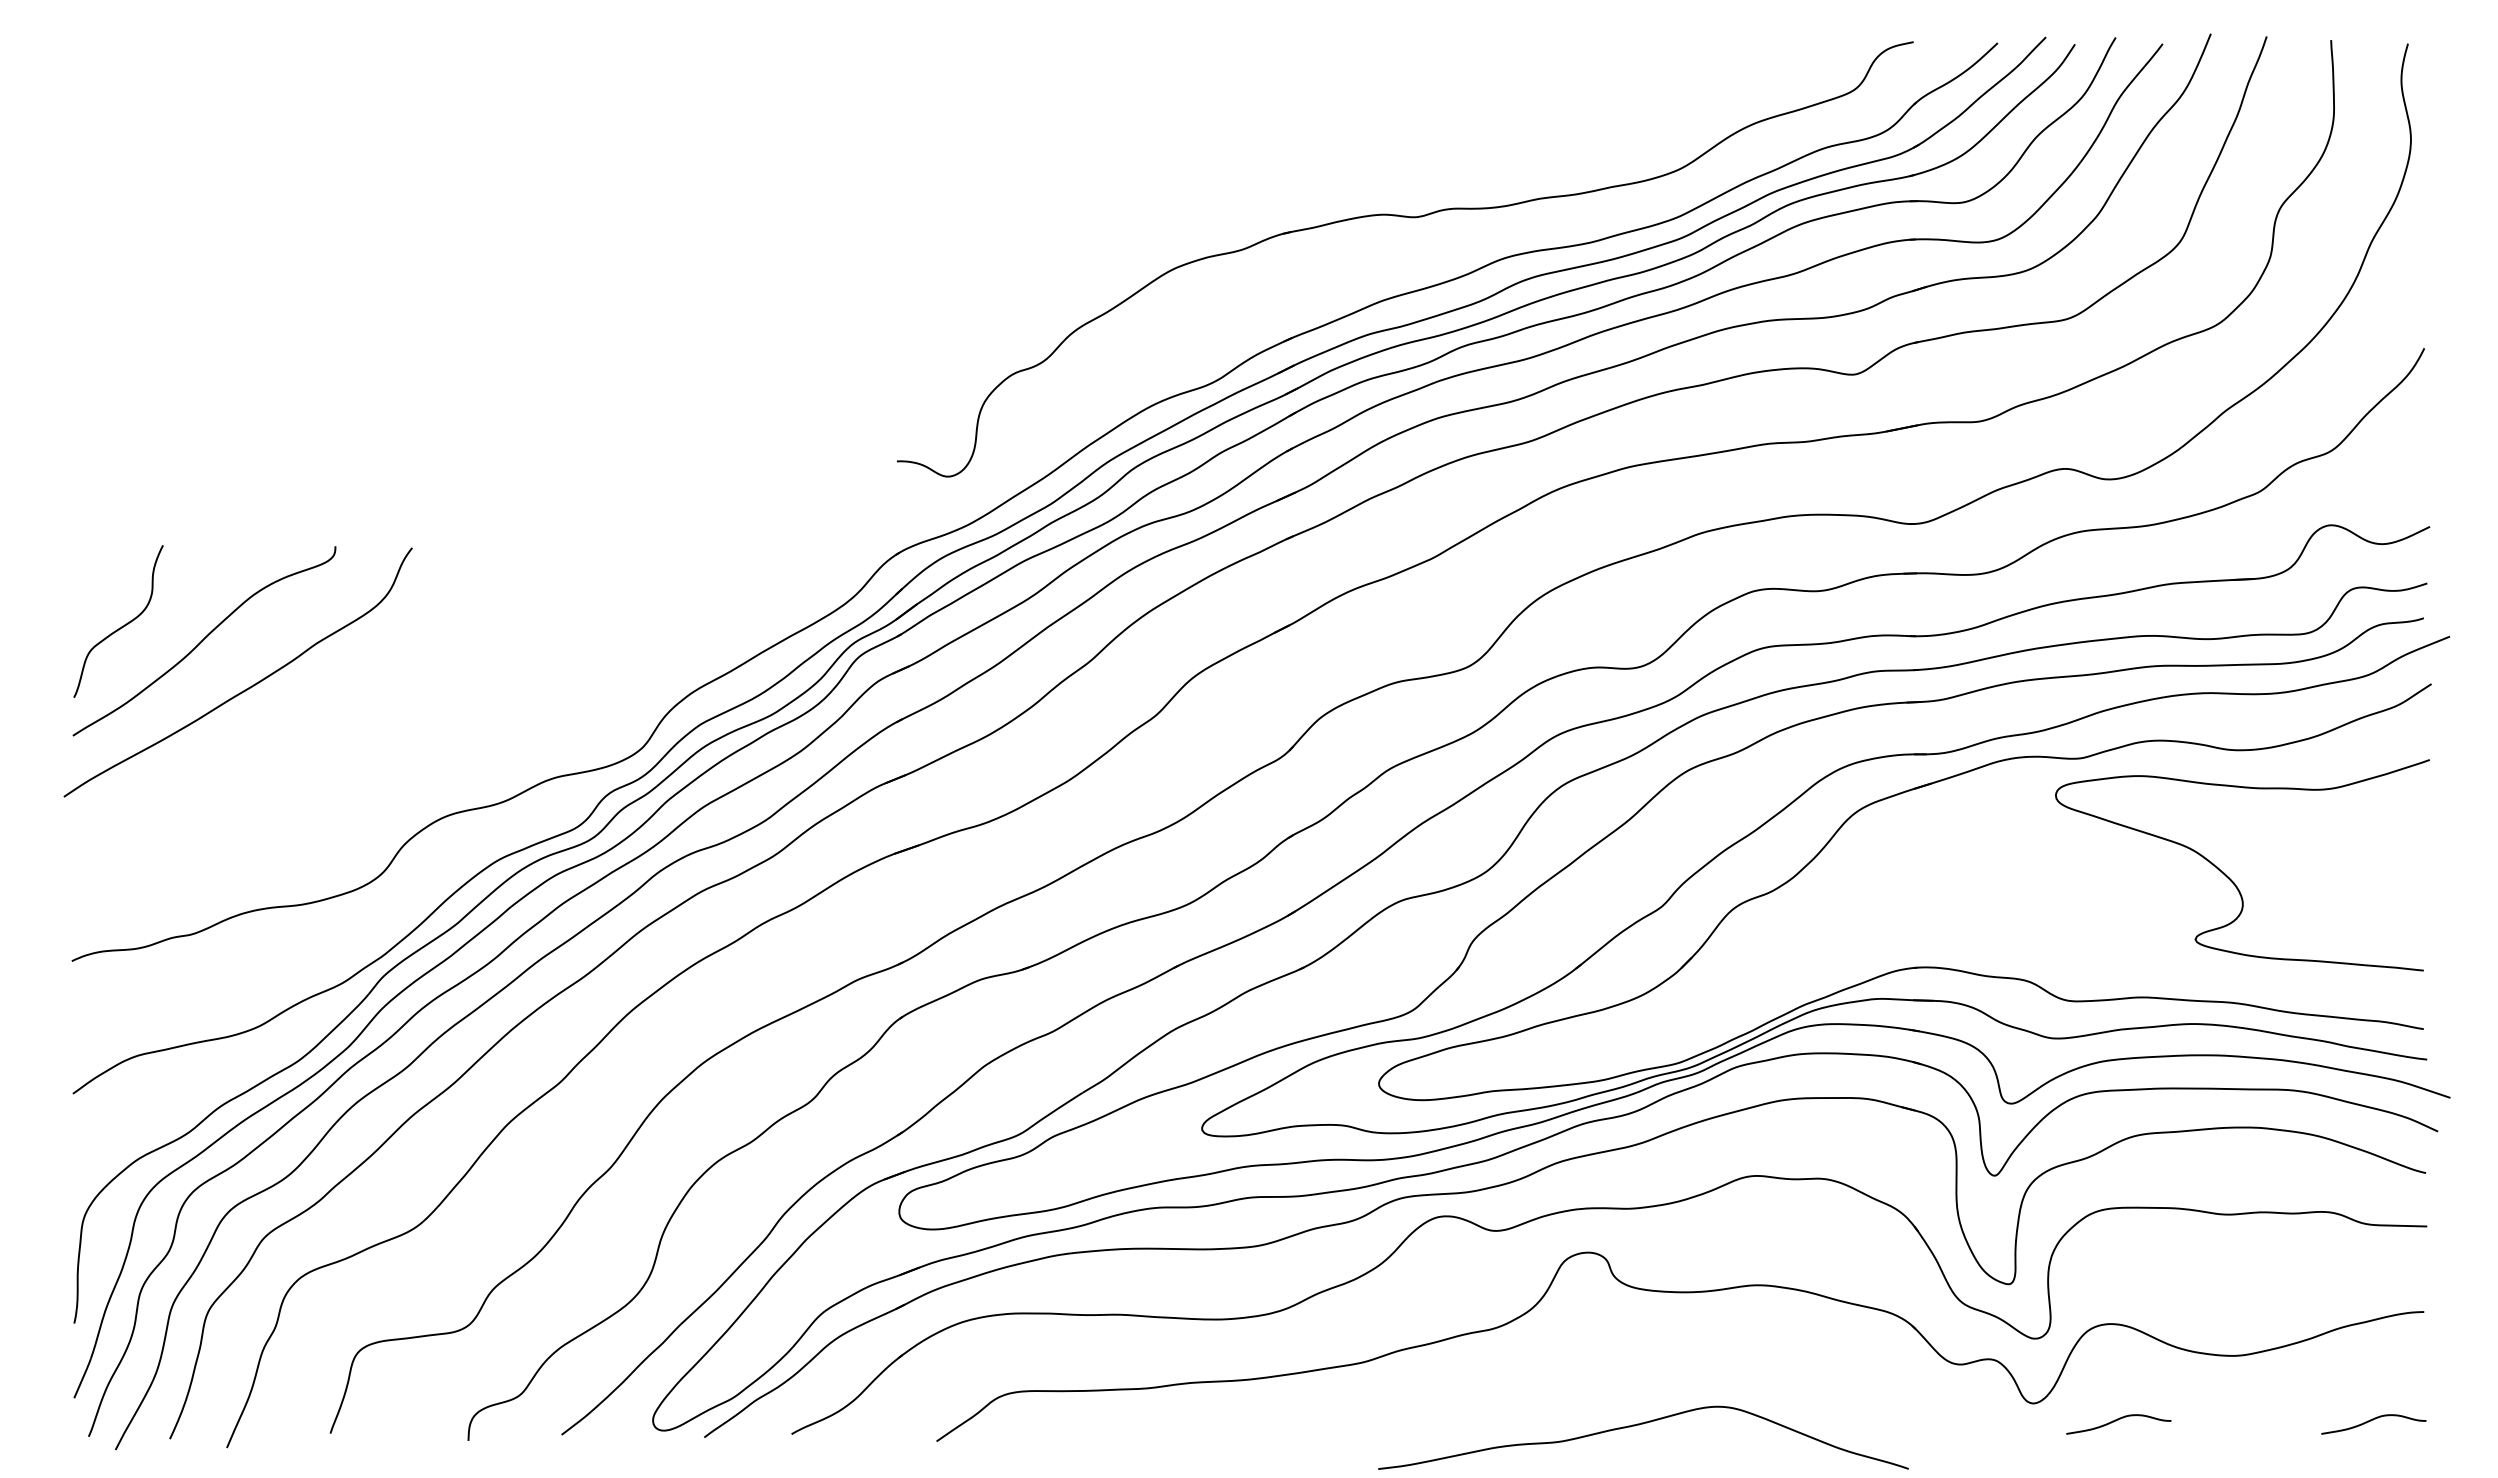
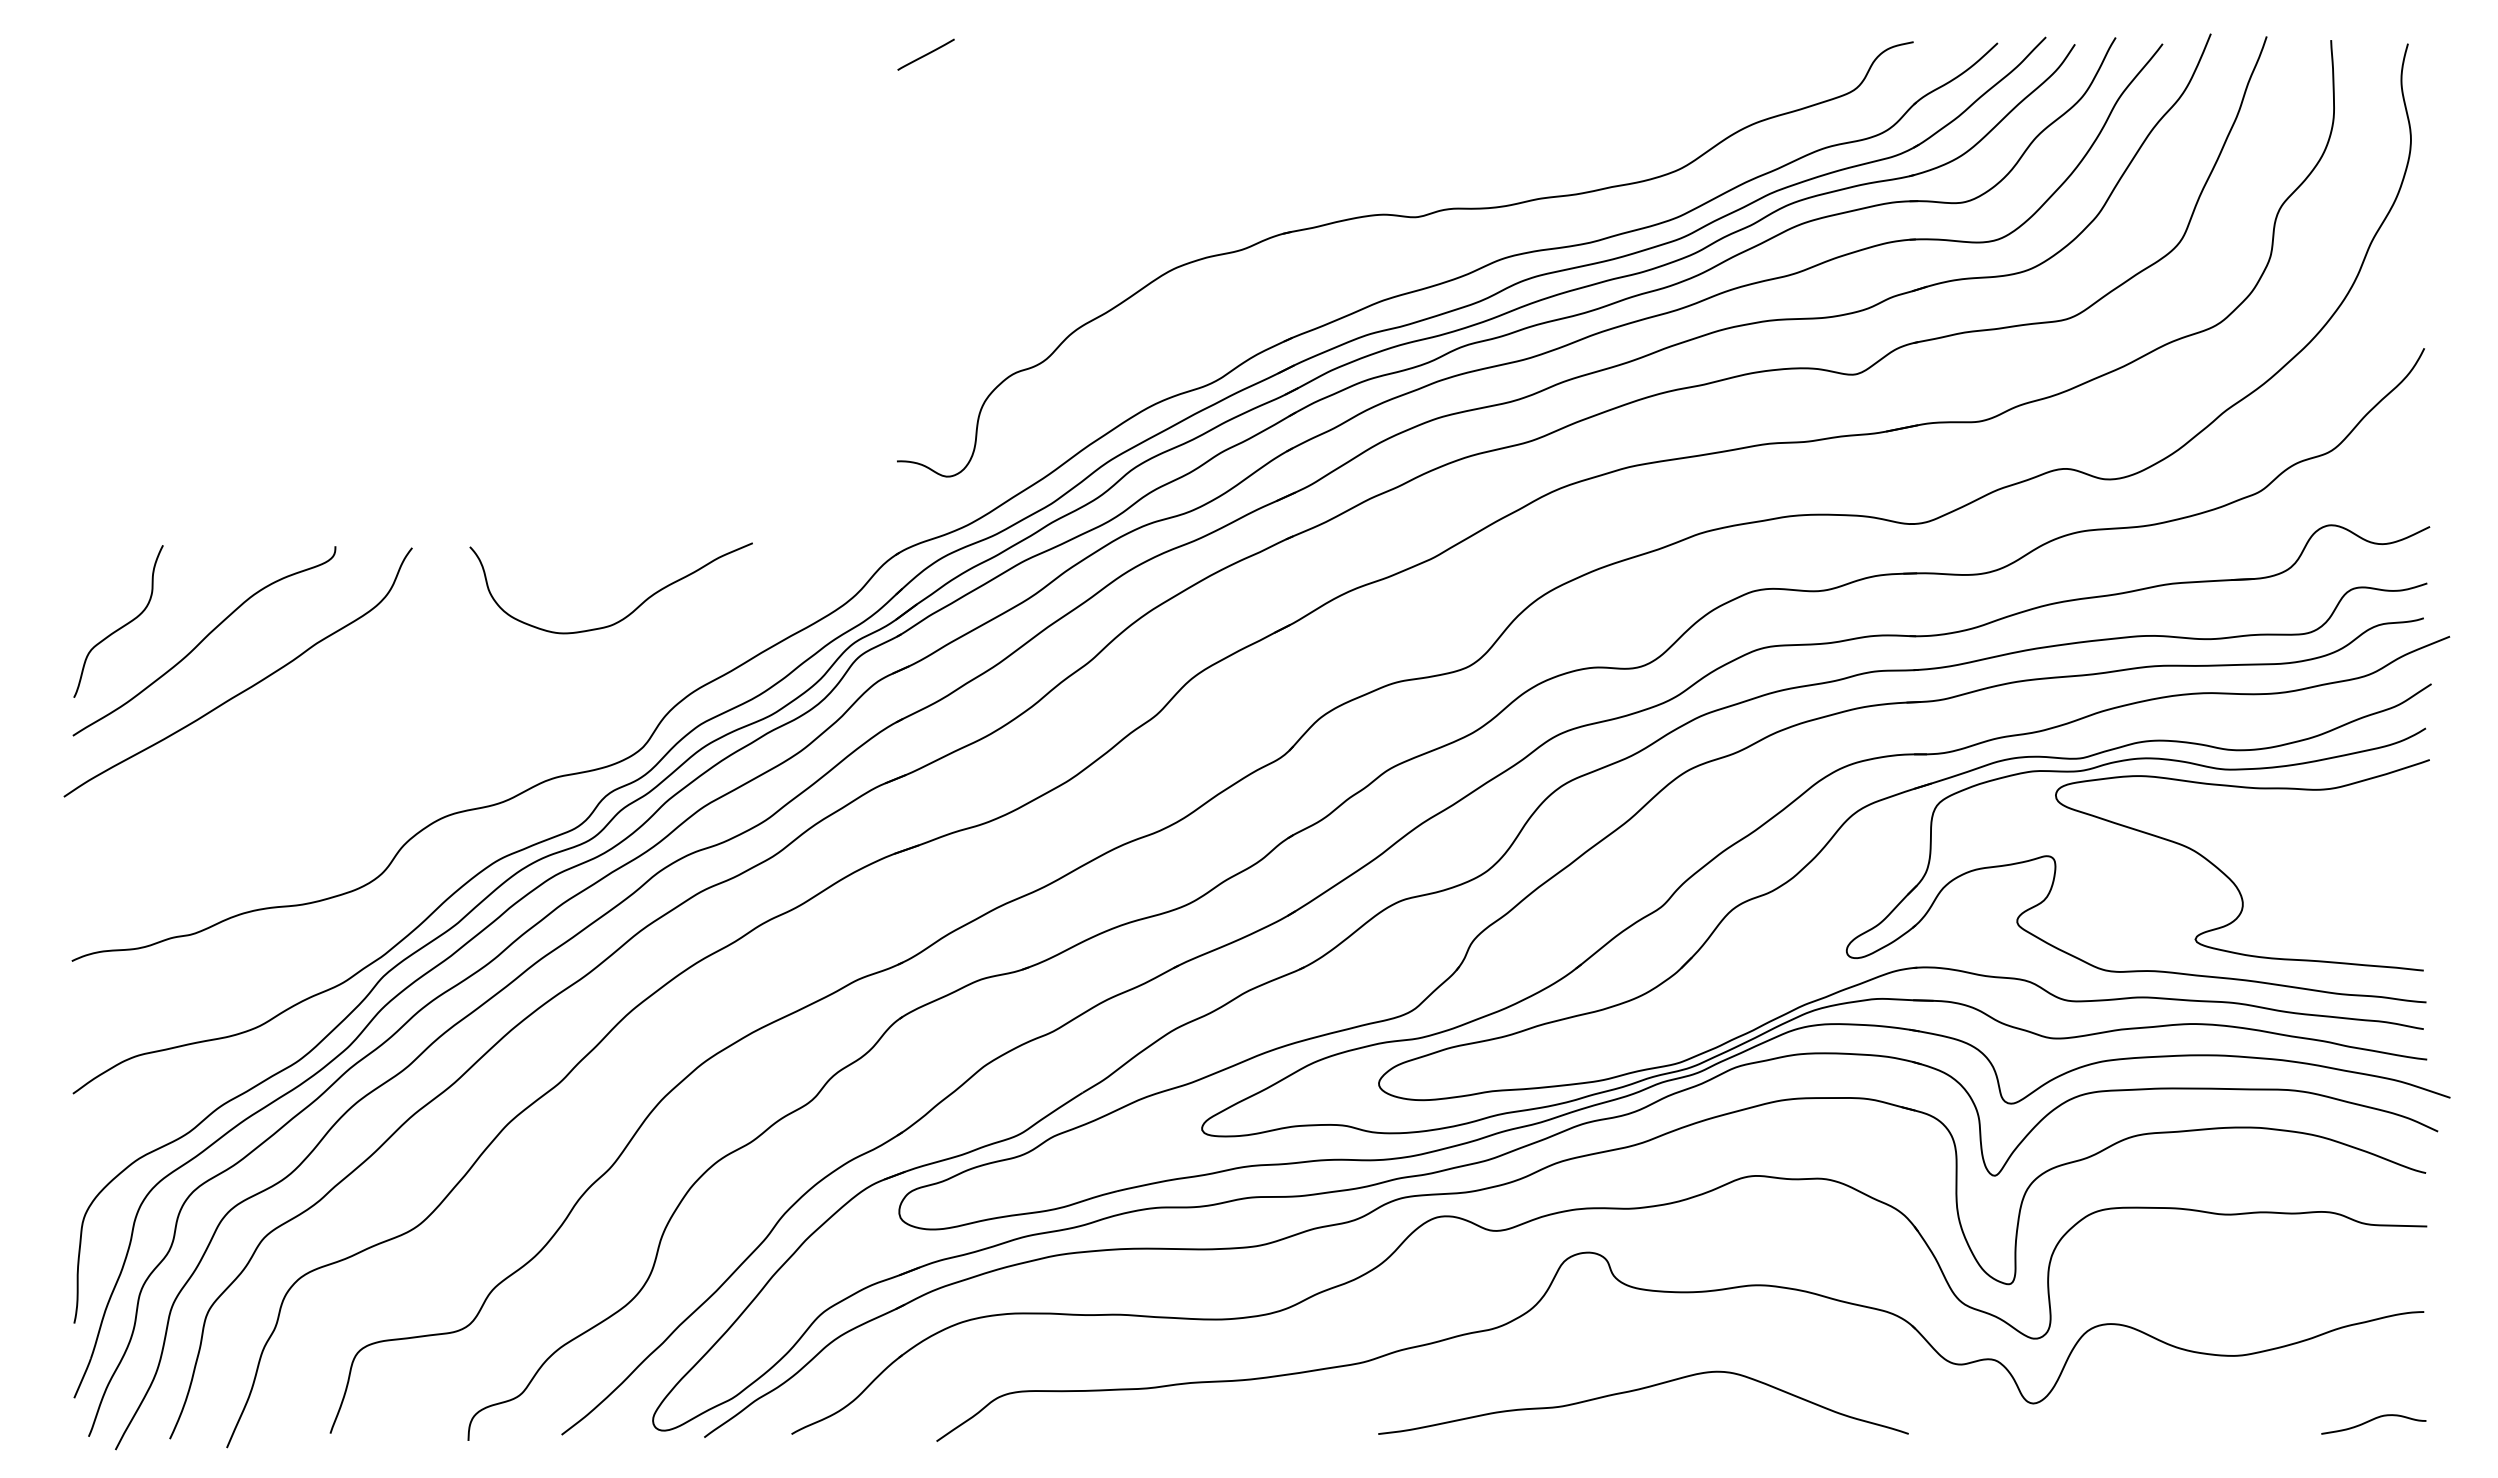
line at (925, 54): none -> present
curve at (631, 611): none -> present
part at (2056, 865): none -> present
curve at (2116, 1421): present -> none
curve at (1639, 1425) position: (1639, 1425) -> (1639, 1390)
